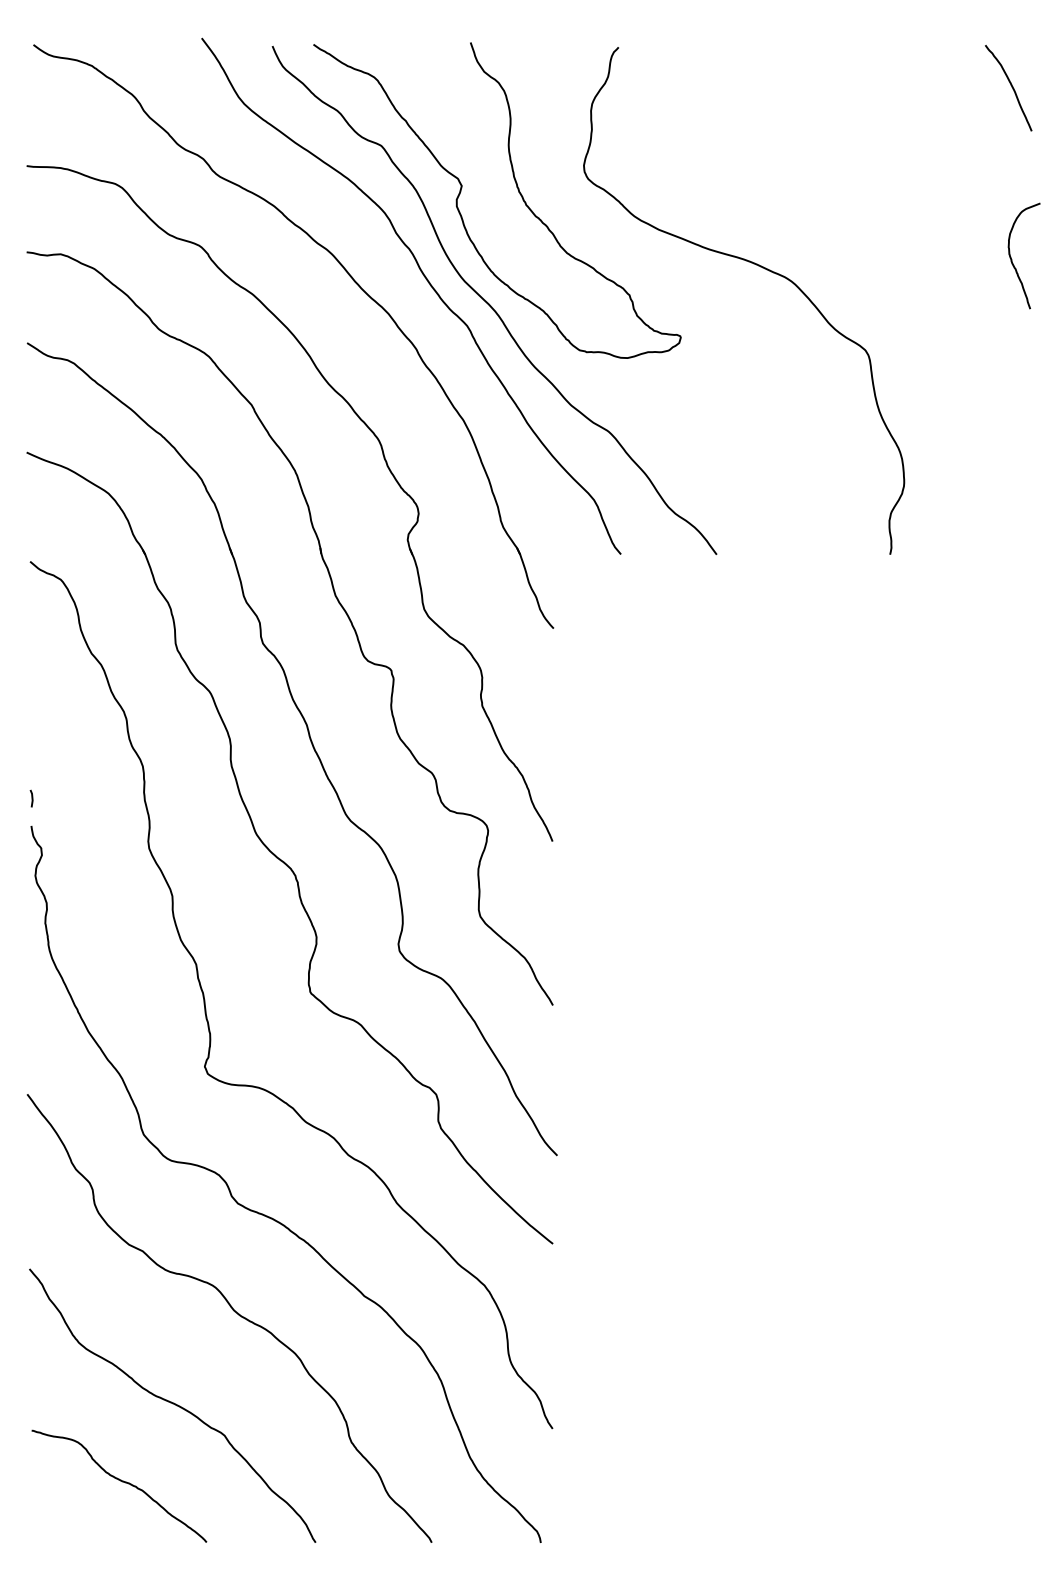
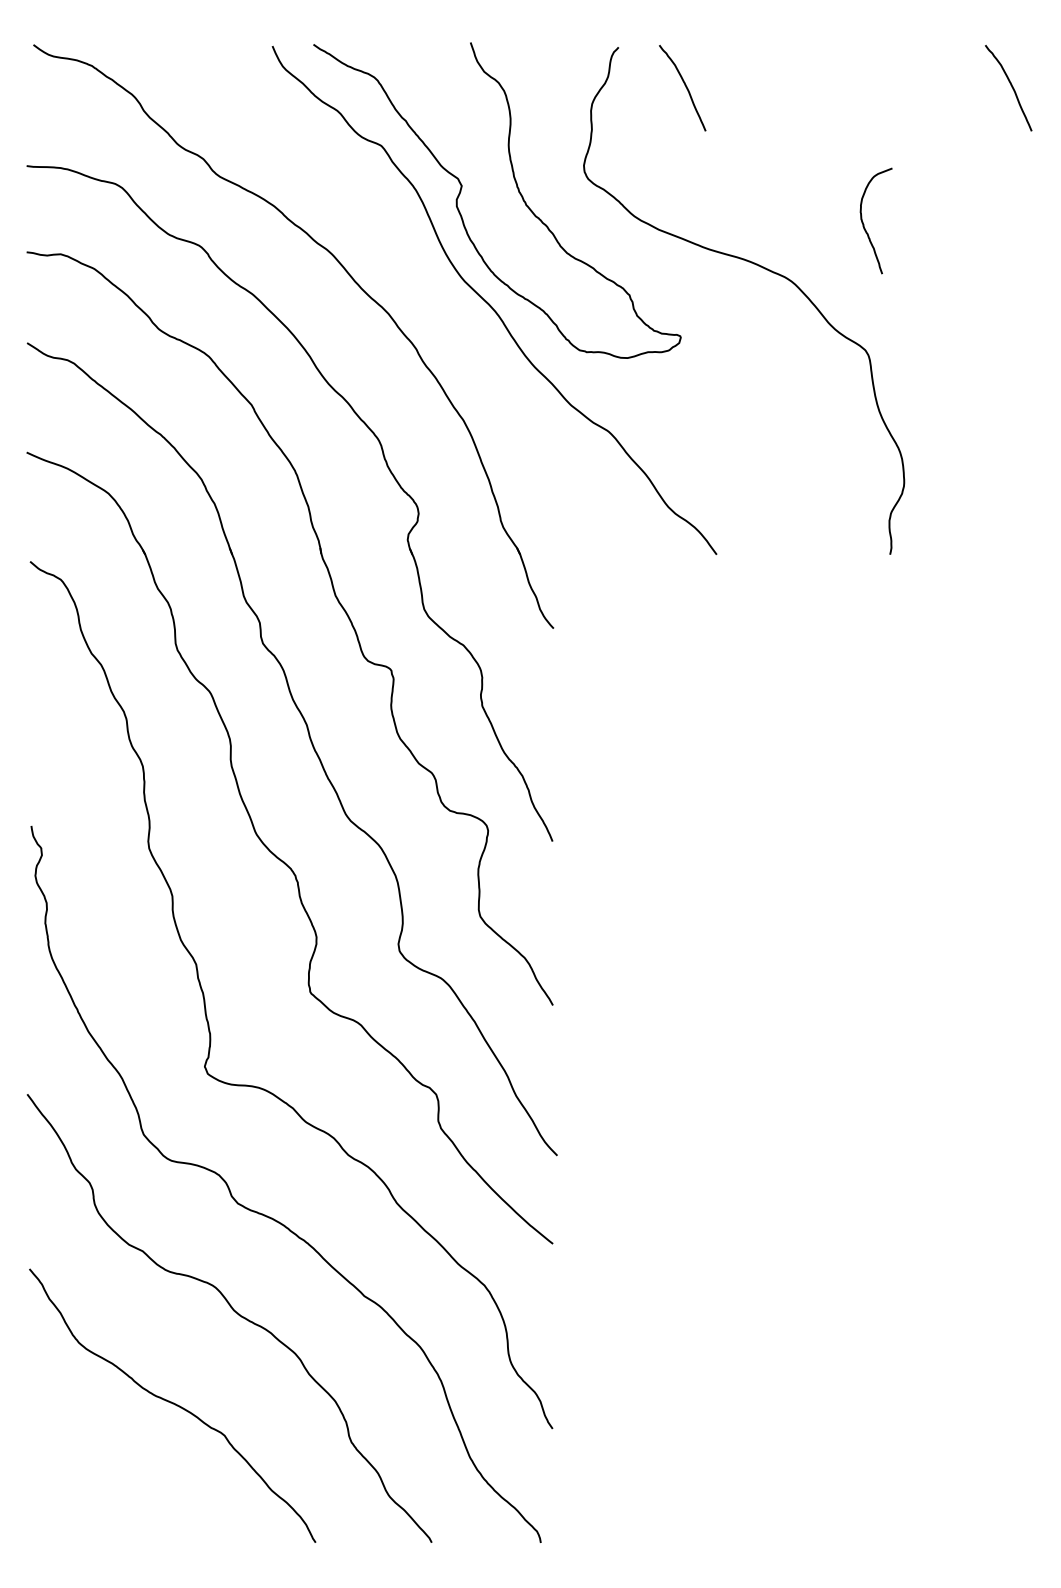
curve at (685, 87): none -> present
curve at (1012, 259) position: (1012, 259) -> (864, 224)
curve at (427, 282): present -> none
line at (31, 798): present -> none
curve at (120, 1481): present -> none
